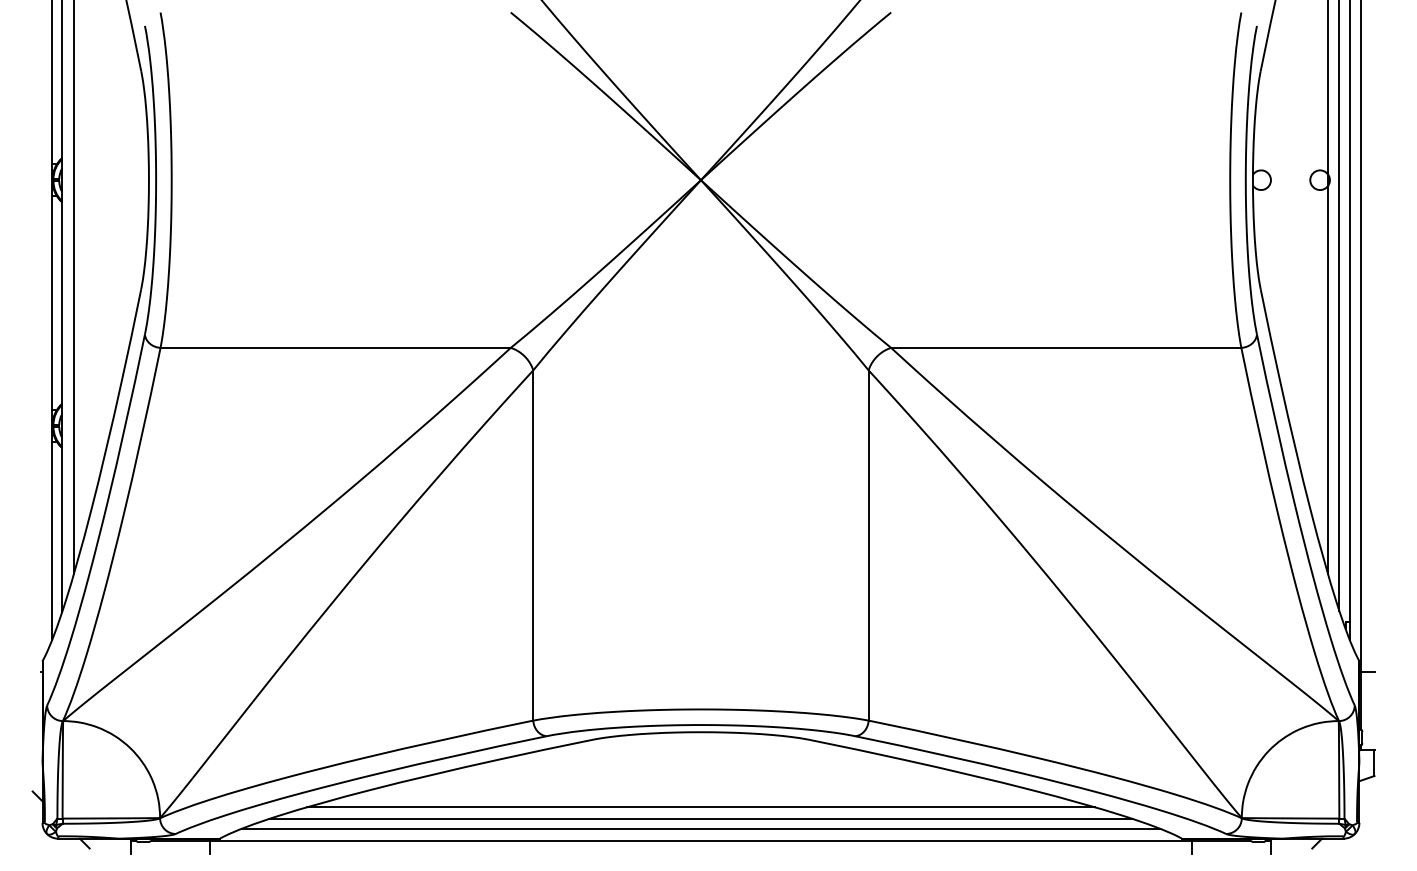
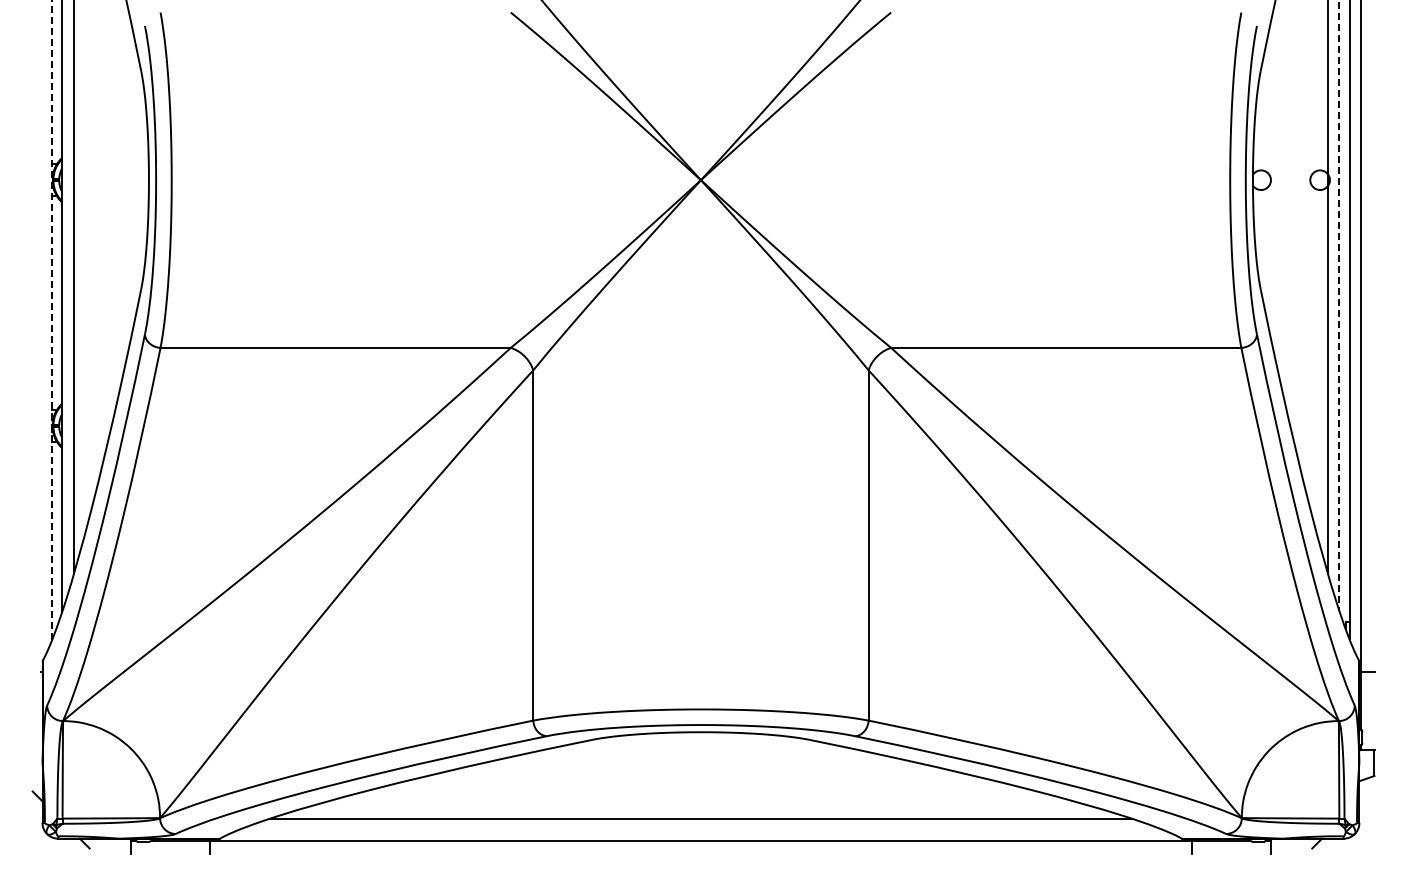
line at (1339, 306): solid -> dashed
line at (52, 319): solid -> dashed
line at (700, 807): present -> none
line at (700, 828): present -> none
